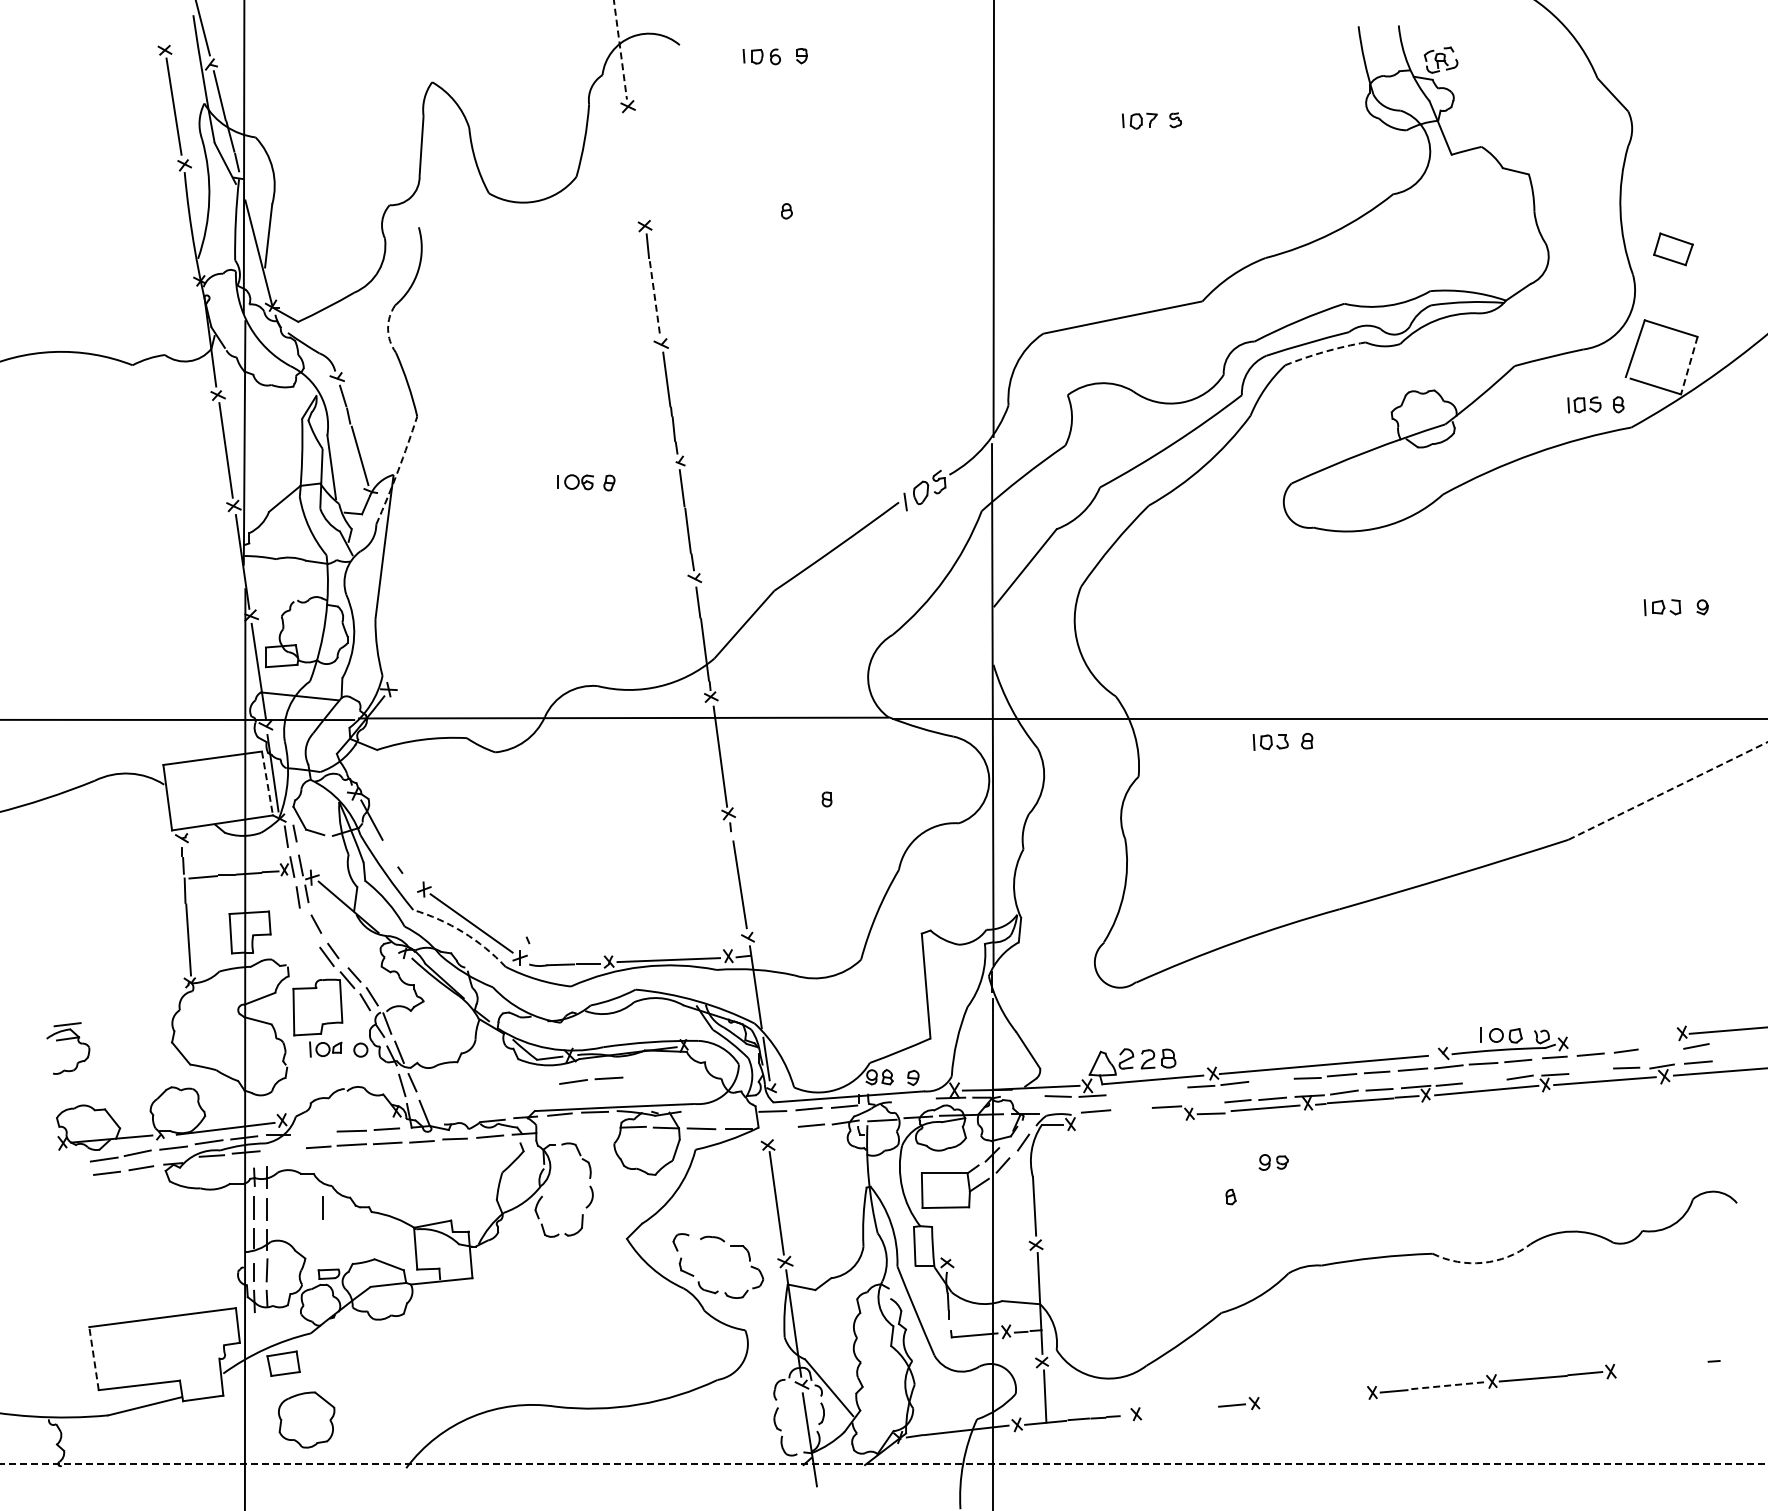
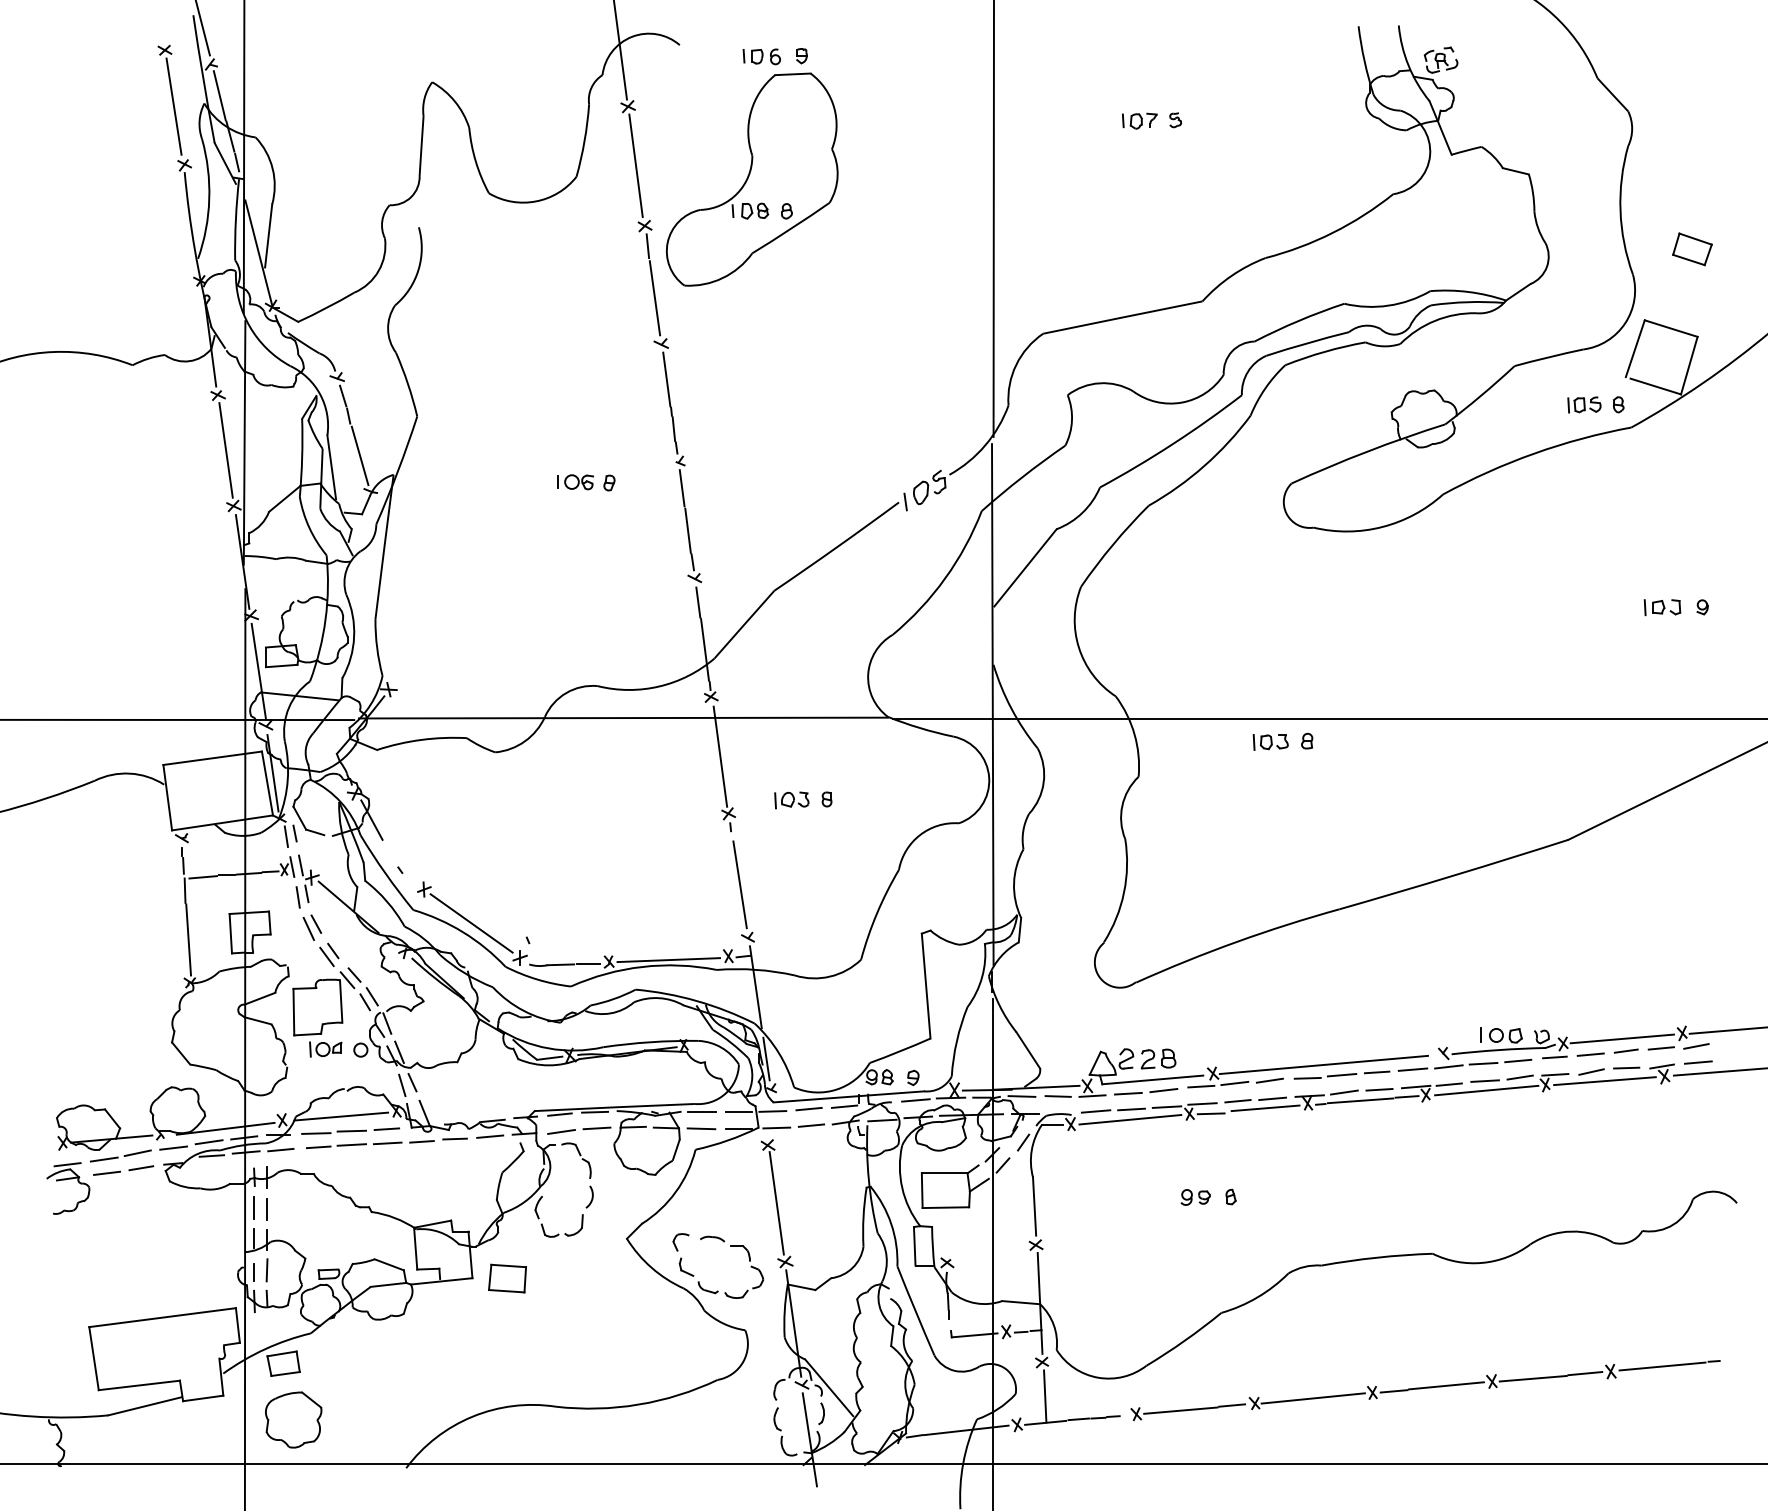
line at (620, 50): dashed -> solid
line at (635, 165): none -> present
part at (751, 179): none -> present
part at (1673, 249) position: (1673, 249) -> (1692, 249)
line at (655, 298): dashed -> solid
arc at (388, 329): dashed -> solid
arc at (1324, 351): dashed -> solid
line at (1689, 365): dashed -> solid
arc at (398, 471): dashed -> solid
line at (267, 783): dashed -> solid
line at (1667, 791): dashed -> solid
part at (791, 800): none -> present
line at (308, 928): none -> present
arc at (463, 932): dashed -> solid
line at (1621, 1038): none -> present
part at (65, 1040) position: (65, 1040) -> (65, 1180)
line at (1660, 1048): none -> present
line at (1591, 1071): none -> present
part at (591, 1080) position: (591, 1080) -> (579, 1130)
line at (1269, 1080): none -> present
line at (1484, 1080): none -> present
line at (1163, 1090): none -> present
line at (1127, 1093): none -> present
line at (1021, 1096): none -> present
line at (915, 1100): none -> present
line at (1202, 1103): none -> present
line at (1131, 1109): none -> present
line at (701, 1111): none -> present
line at (738, 1111): none -> present
line at (341, 1116): none -> present
line at (1130, 1119): none -> present
line at (776, 1127): none -> present
line at (316, 1133): none -> present
line at (280, 1149): none -> present
part at (1273, 1162) position: (1273, 1162) -> (1195, 1197)
line at (322, 1207): present -> none
arc at (1482, 1262): dashed -> solid
part at (507, 1278): none -> present
line at (94, 1358): dashed -> solid
line at (1662, 1366): none -> present
line at (1446, 1385): dashed -> solid
line at (1312, 1398): none -> present
line at (1180, 1410): none -> present
part at (306, 1419) position: (306, 1419) -> (293, 1419)
line at (884, 1464): dashed -> solid
